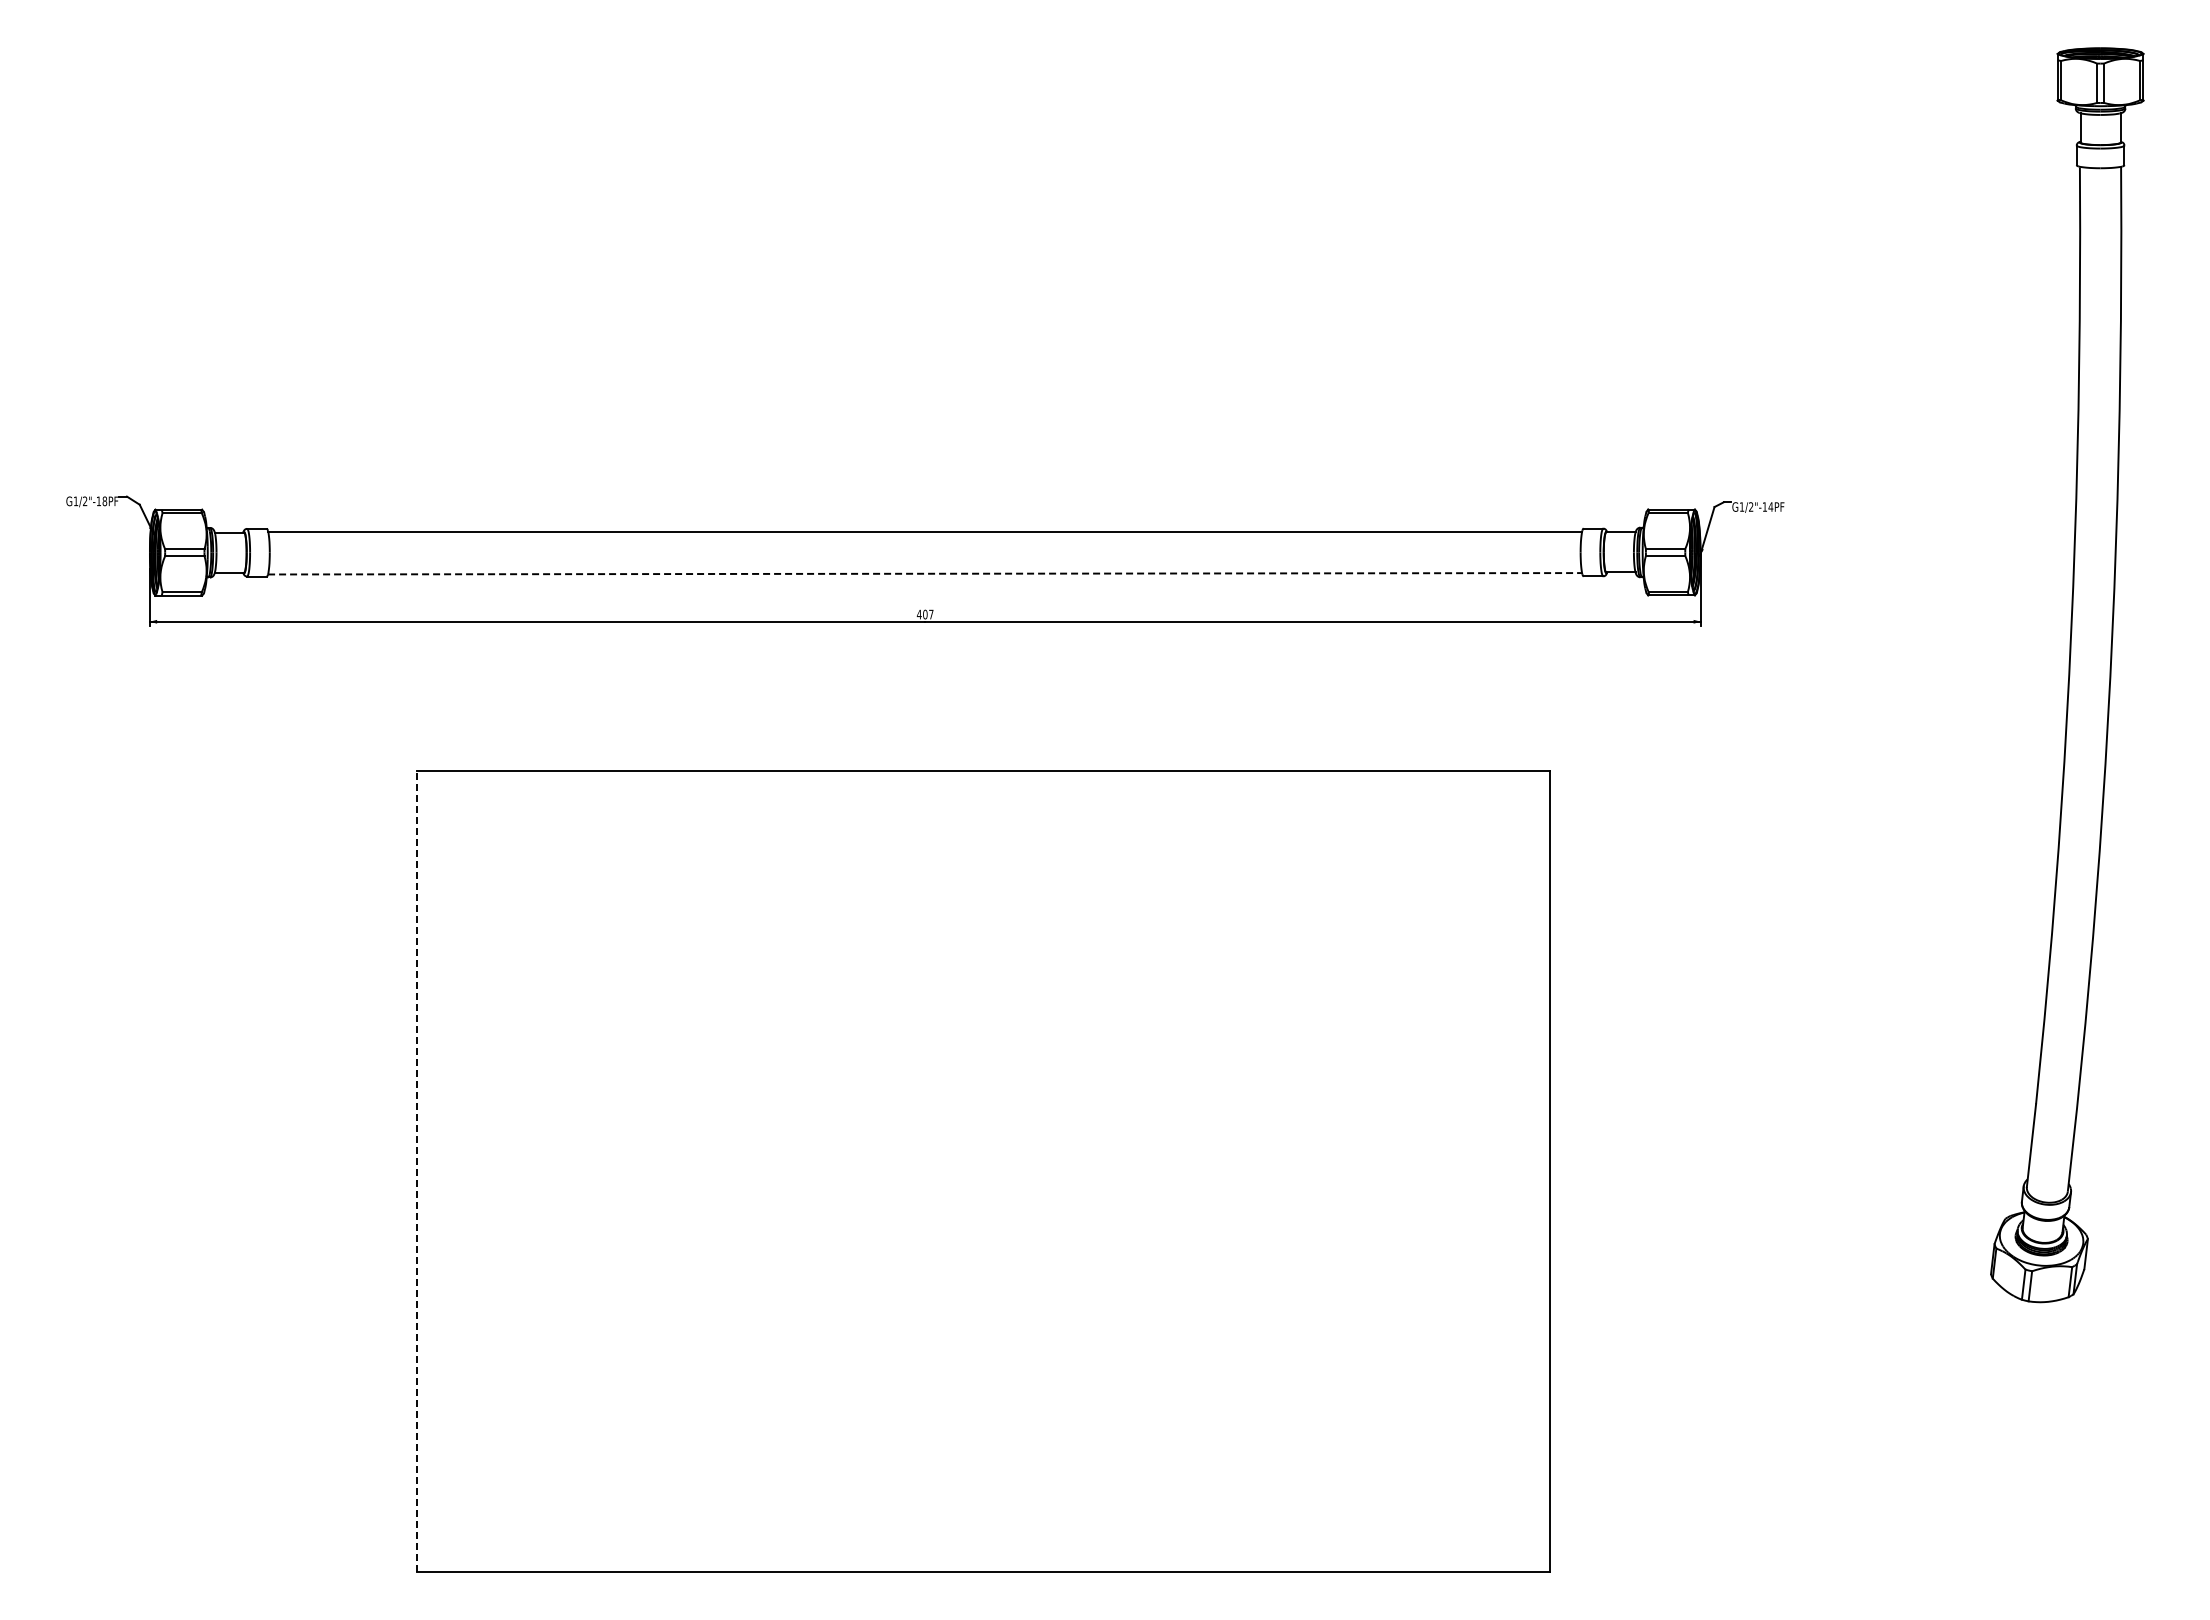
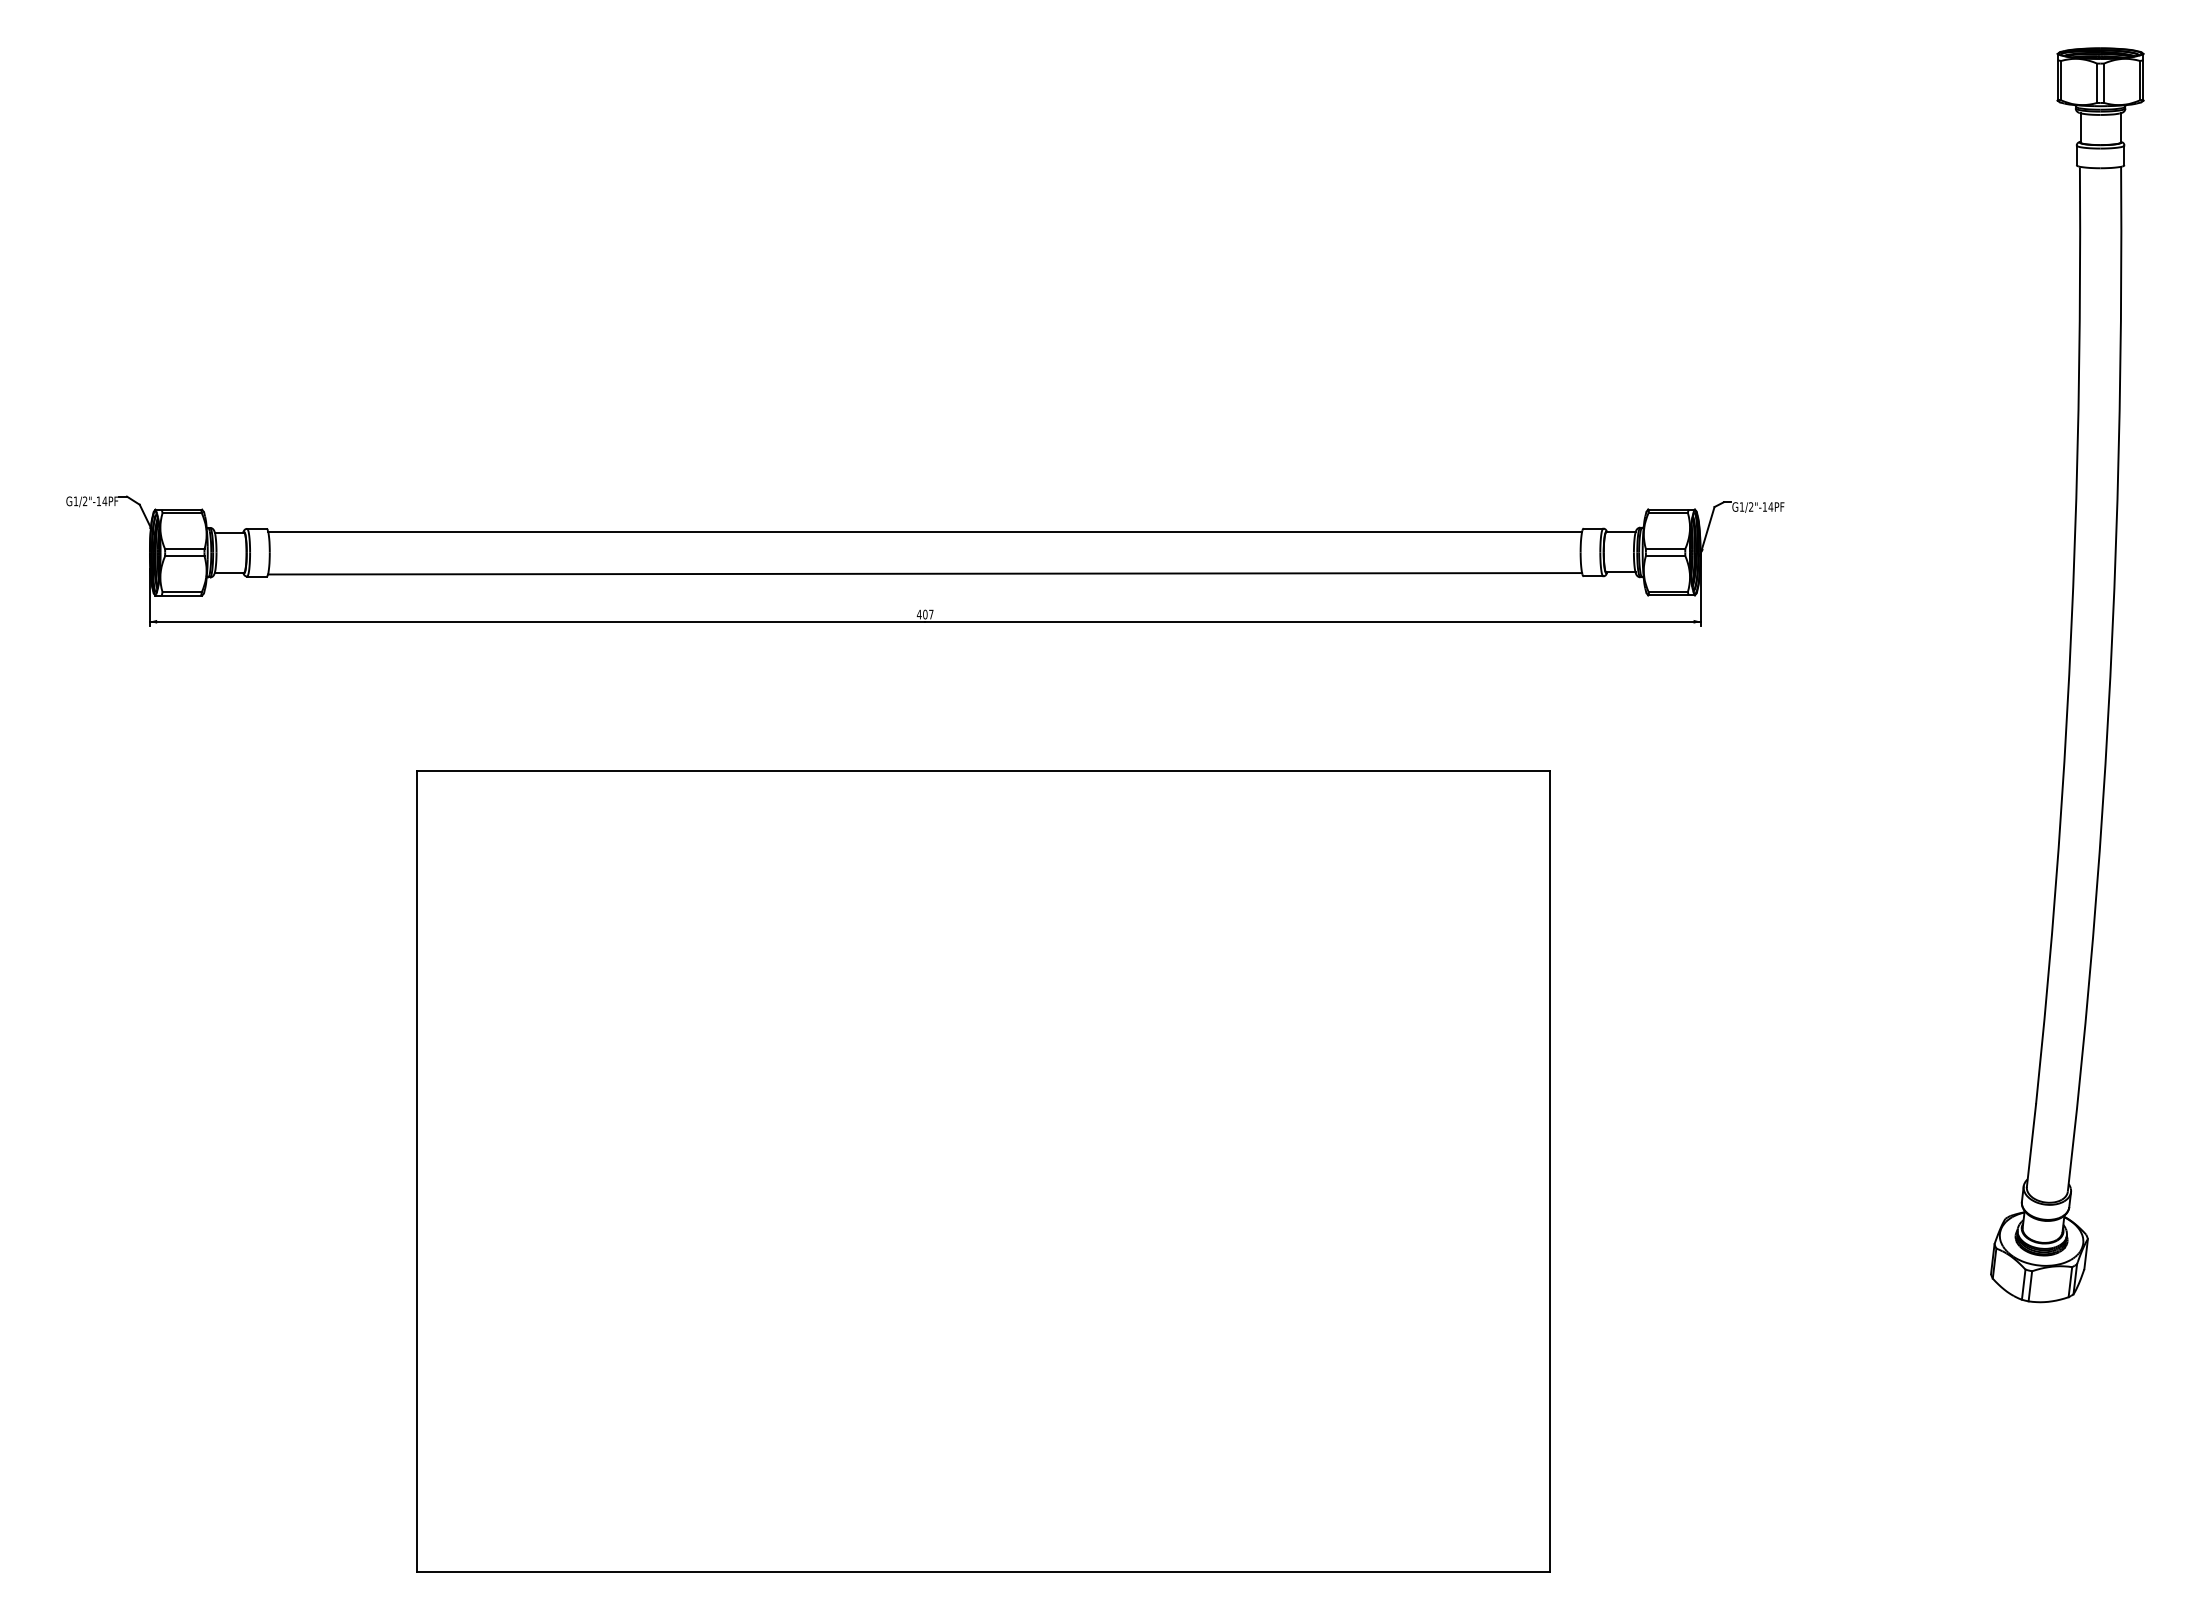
text at (104, 501): G1/2"-18PF -> G1/2"-14PF
line at (925, 573): dashed -> solid
line at (417, 1170): dashed -> solid
